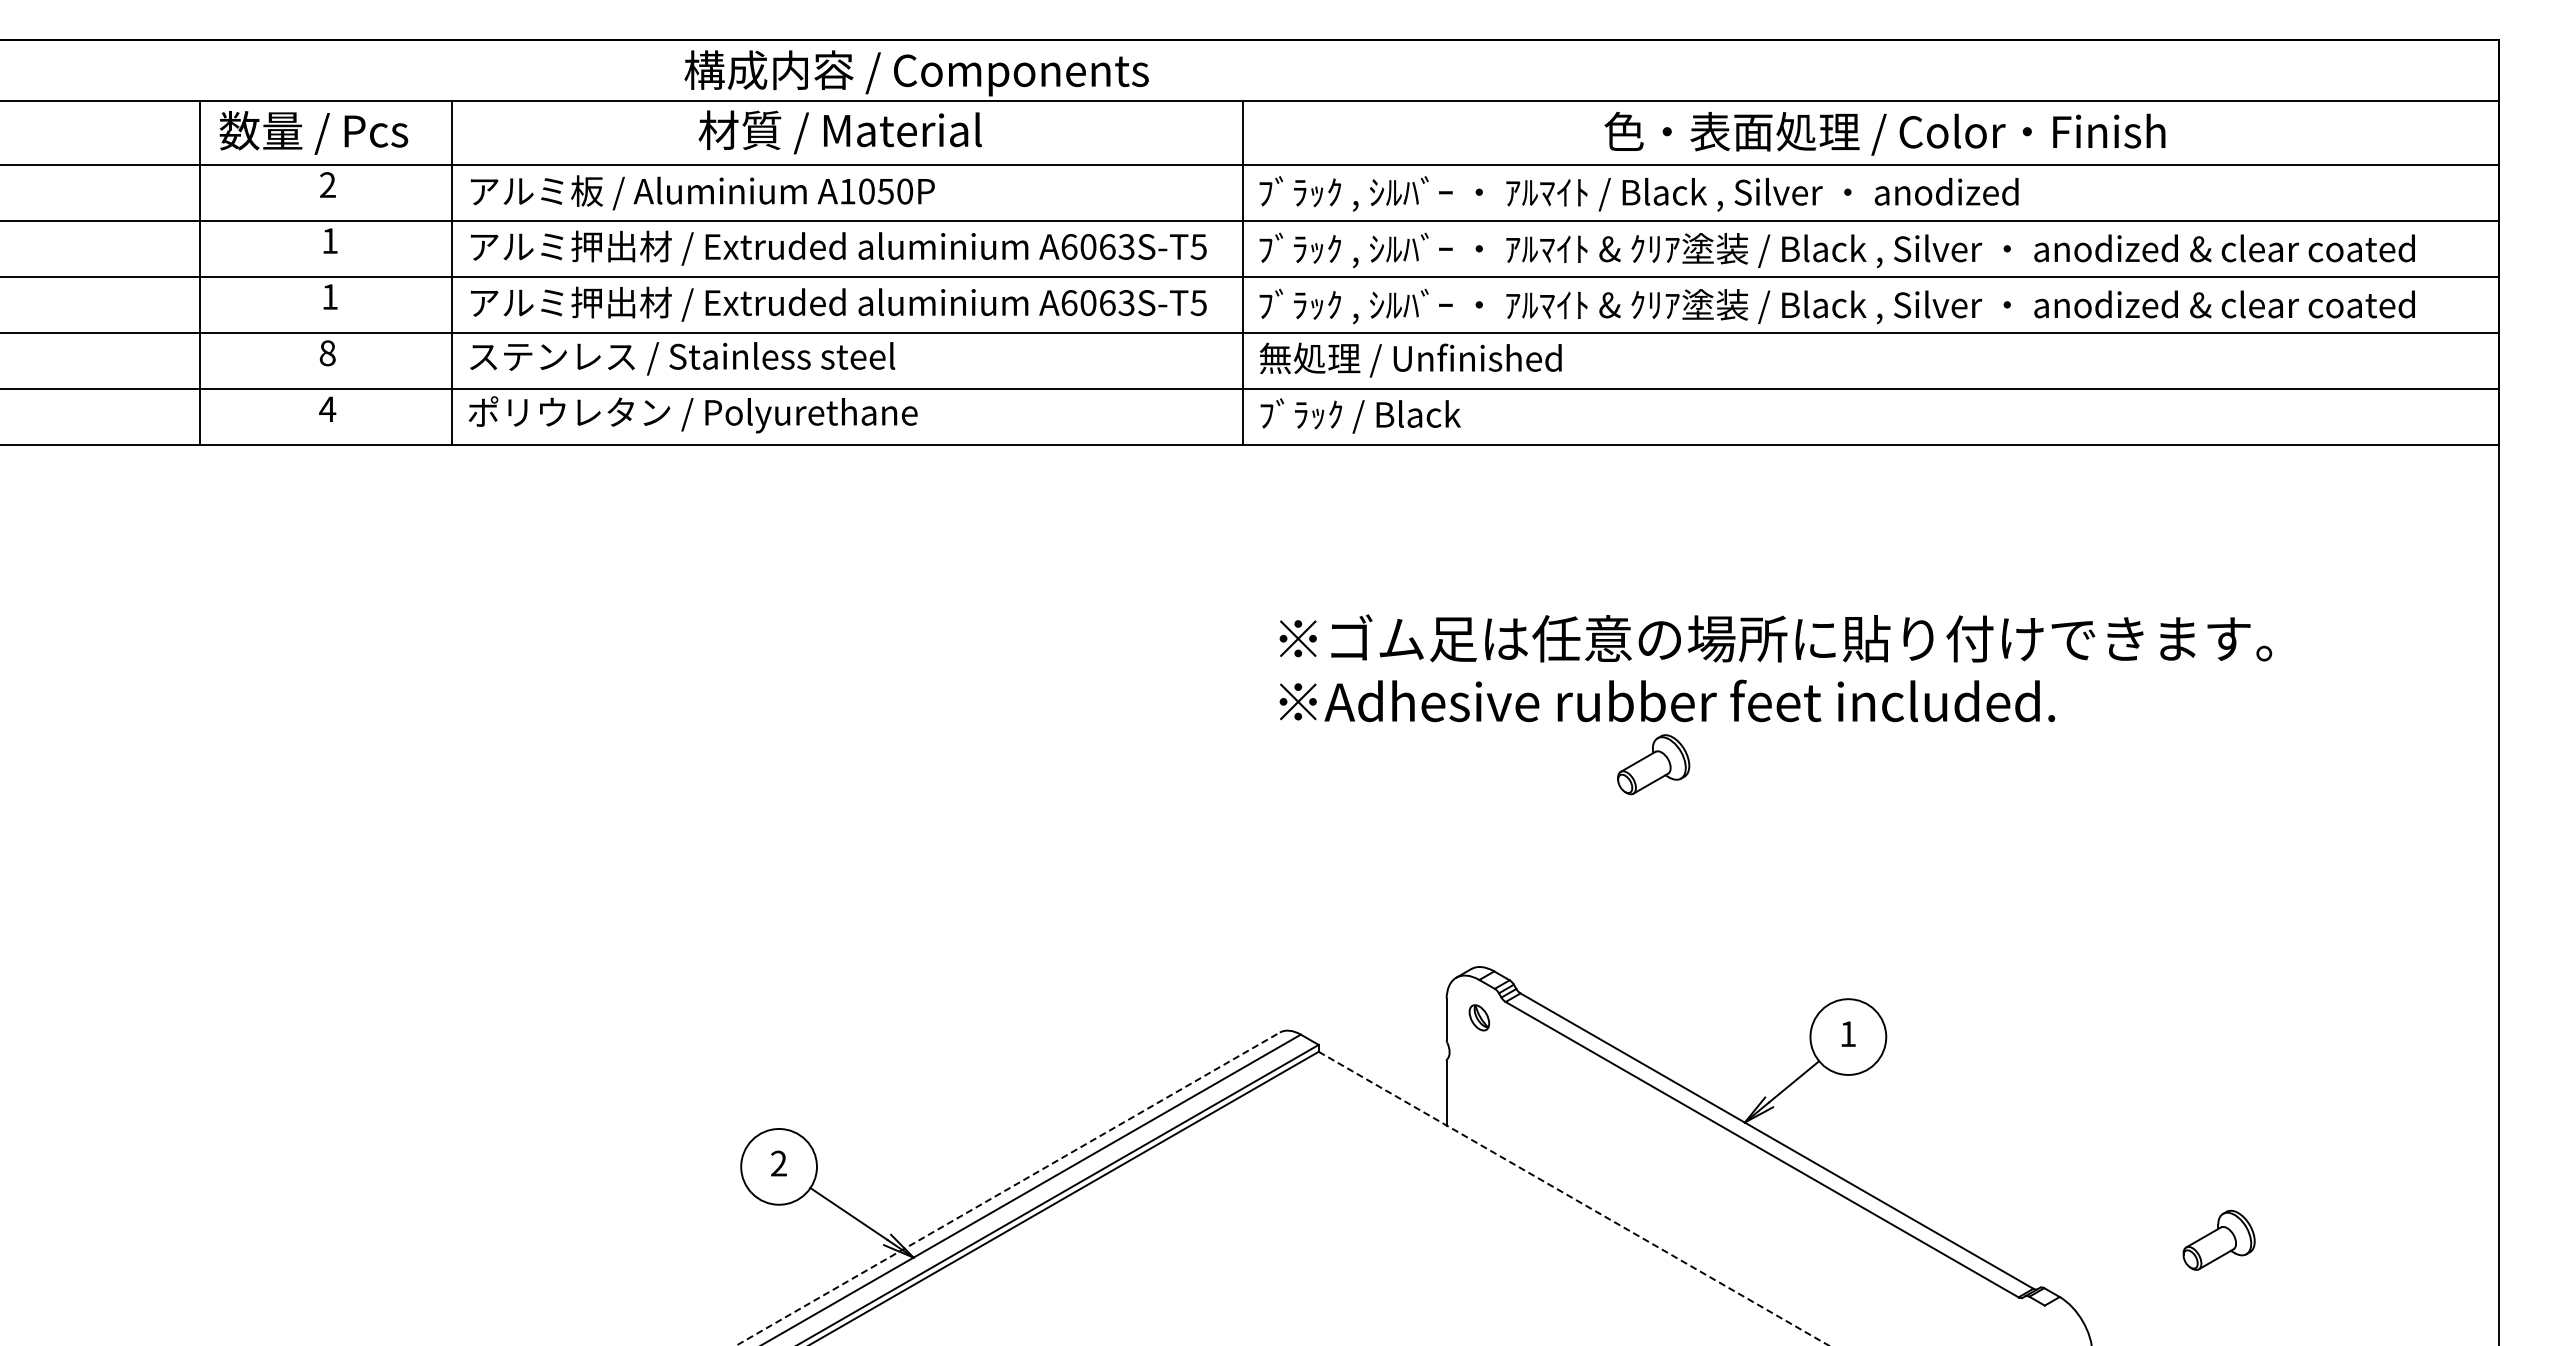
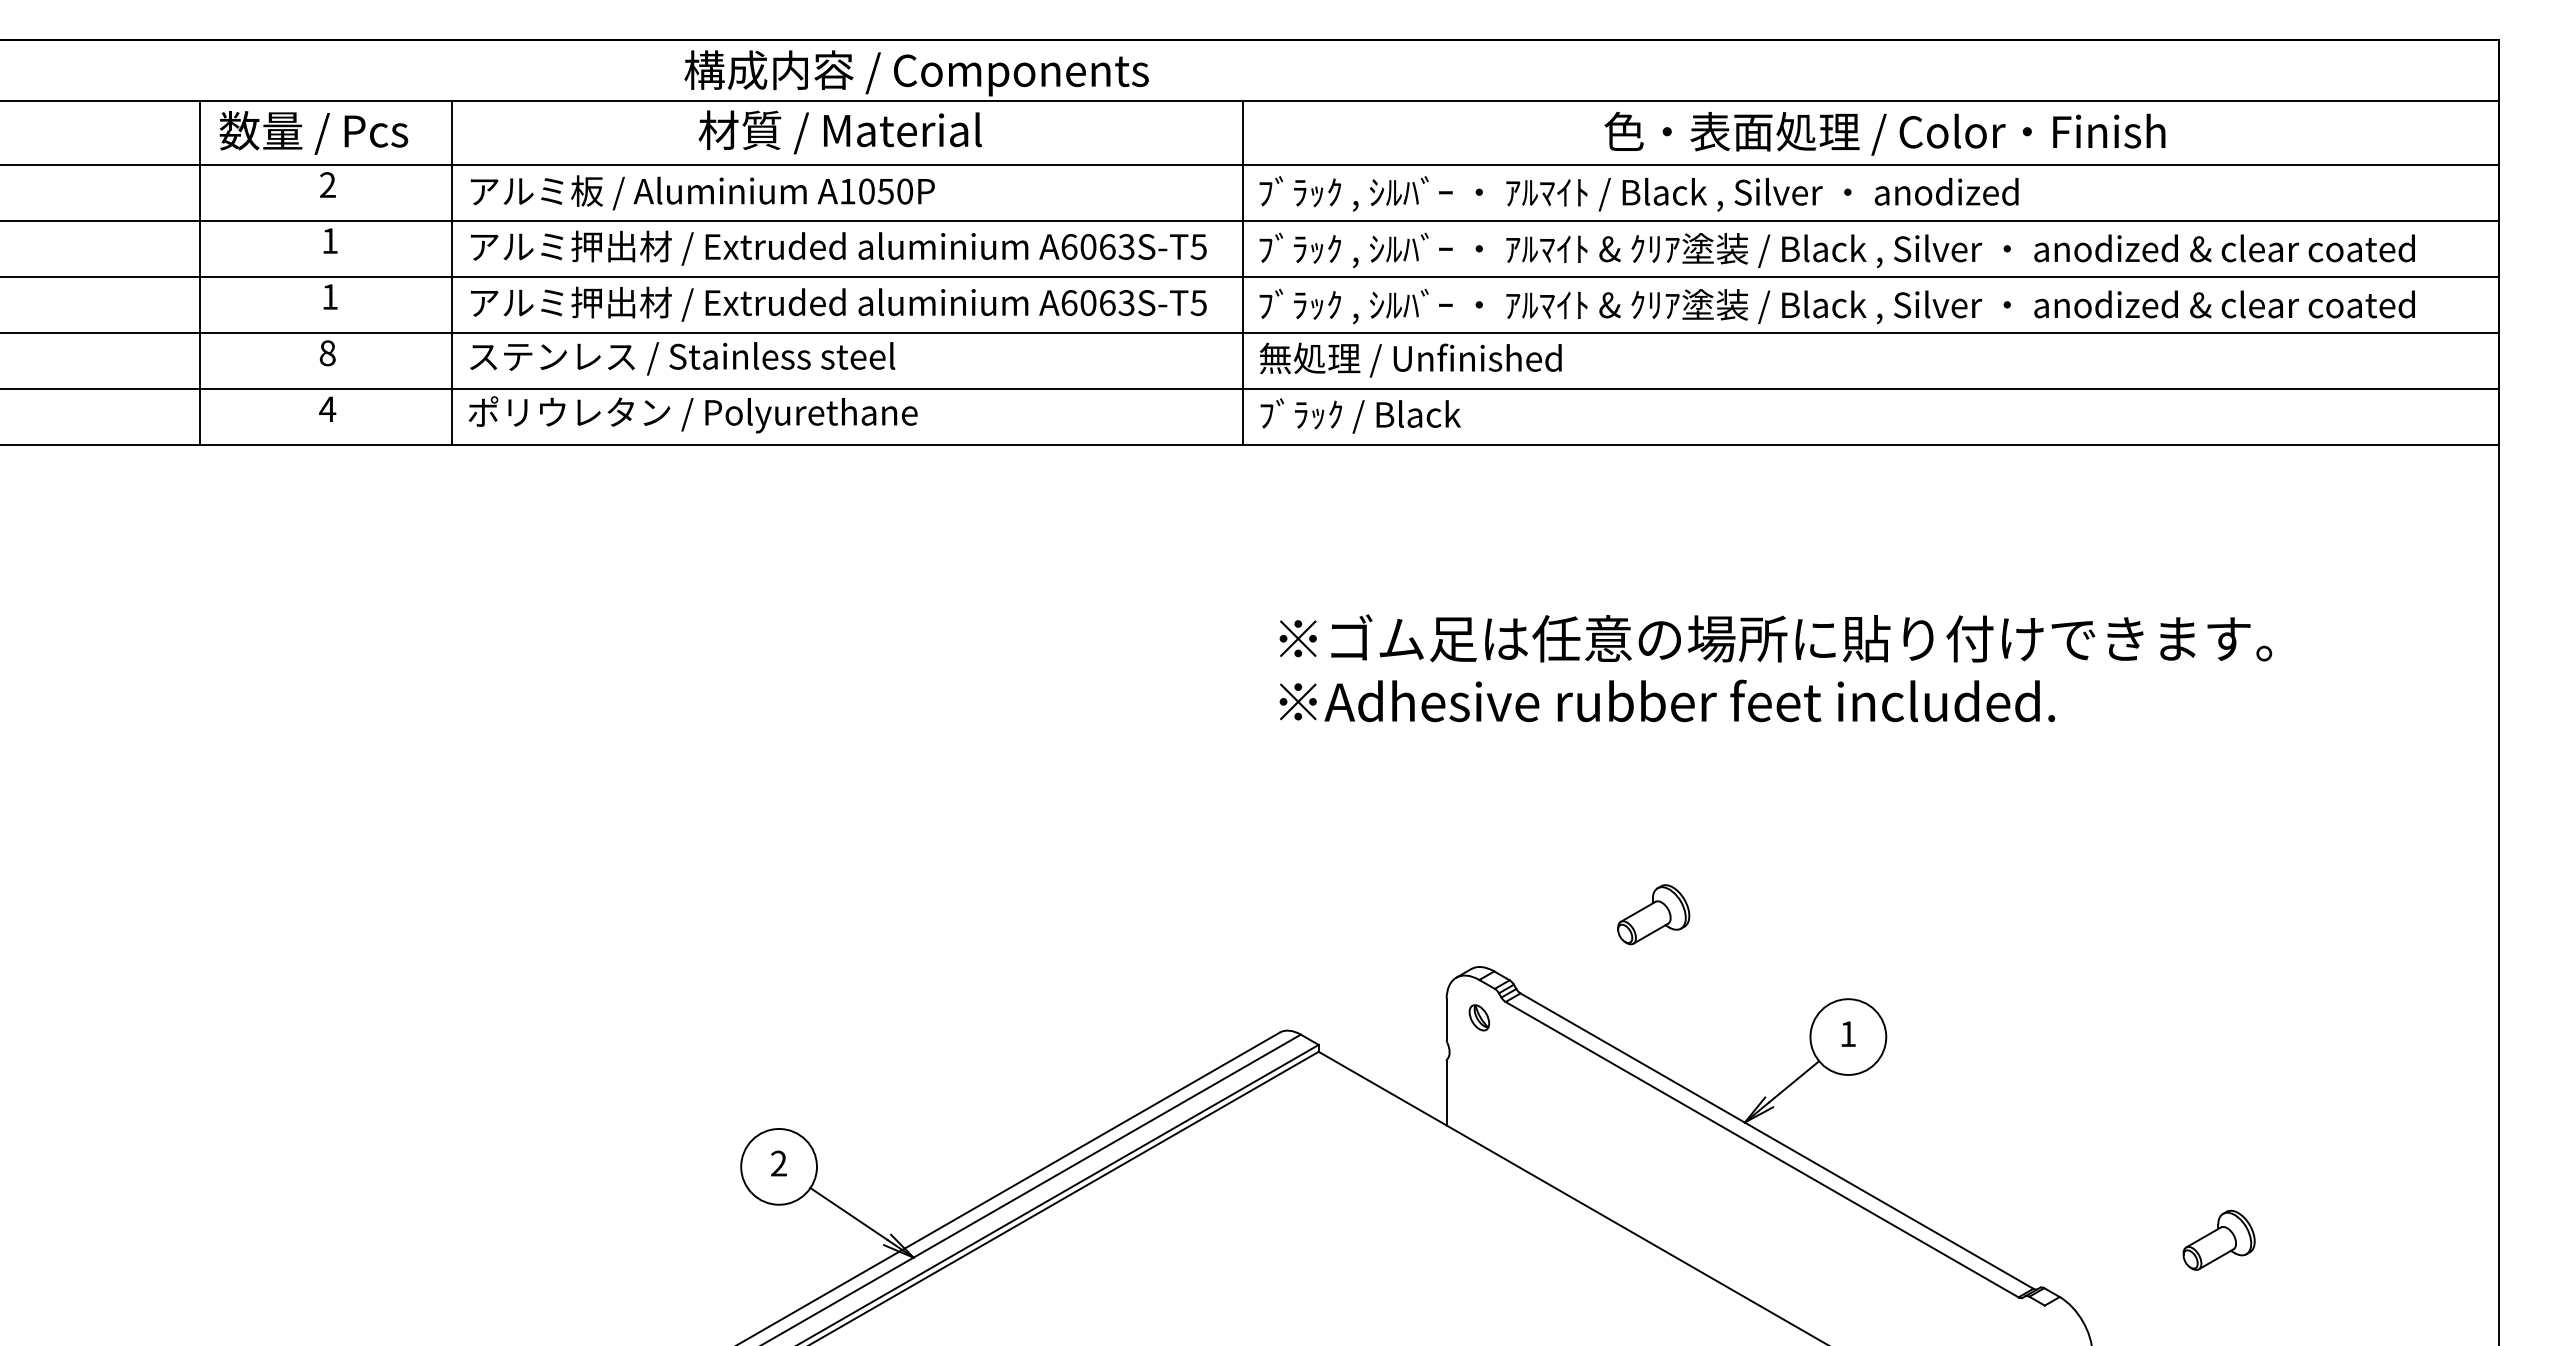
part at (1653, 764) position: (1653, 764) -> (1653, 914)
line at (1007, 1189): dashed -> solid
line at (1574, 1198): dashed -> solid
